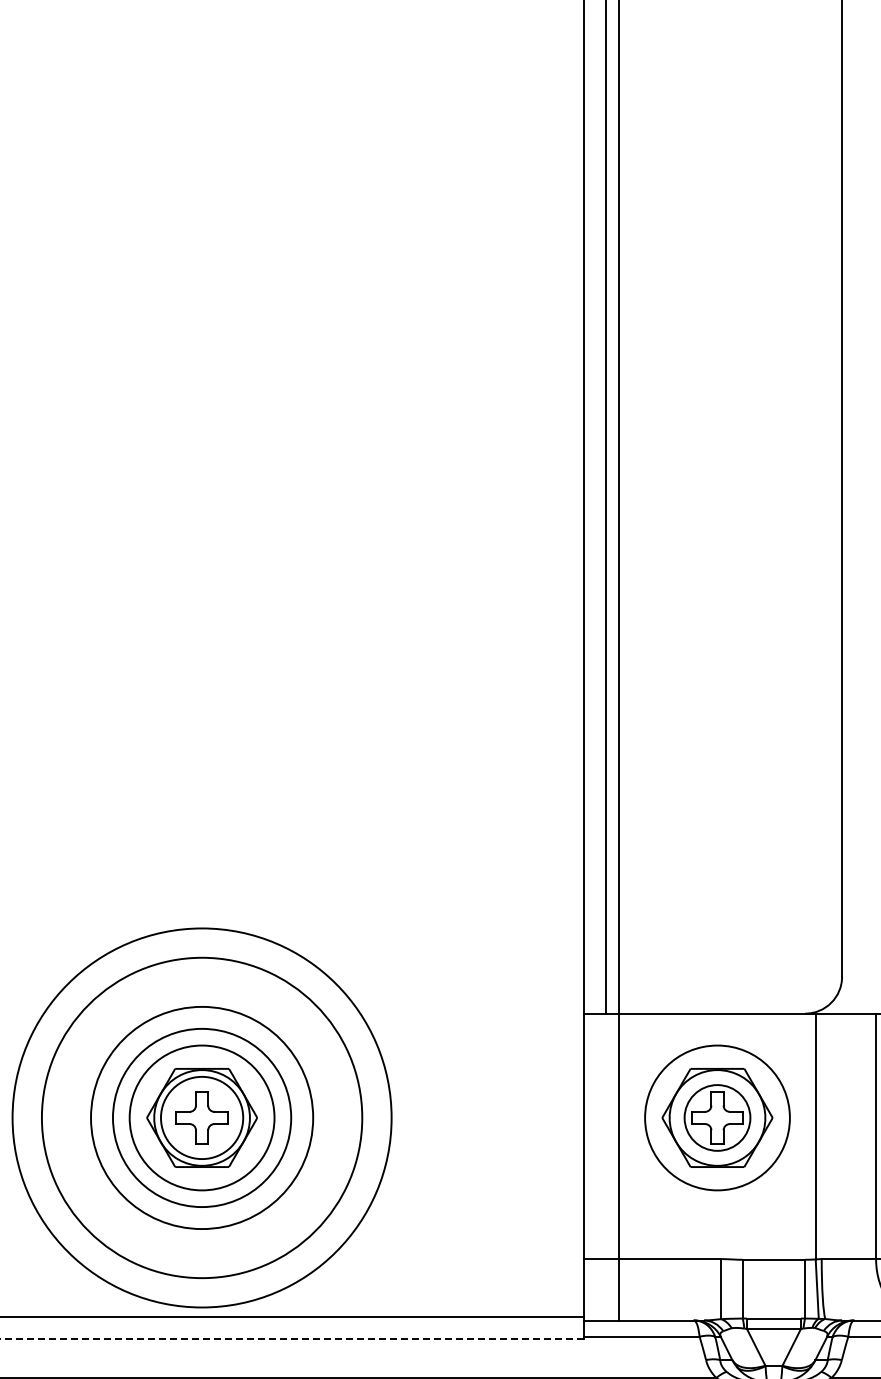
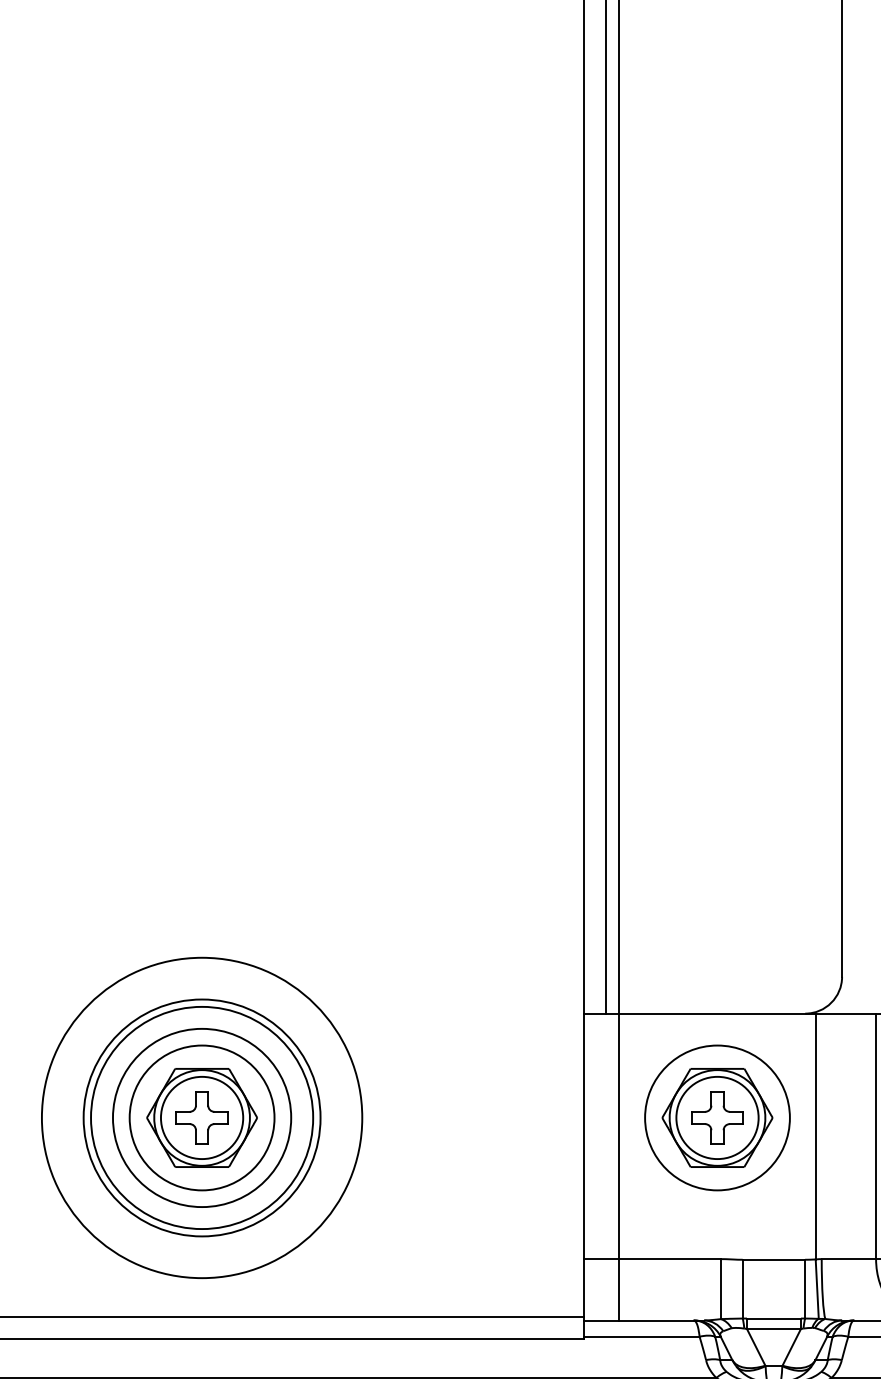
circle at (201, 1117) diameter: 379 px -> 237 px
circle at (717, 1117) diameter: 66 px -> 82 px
line at (292, 1338): dashed -> solid
